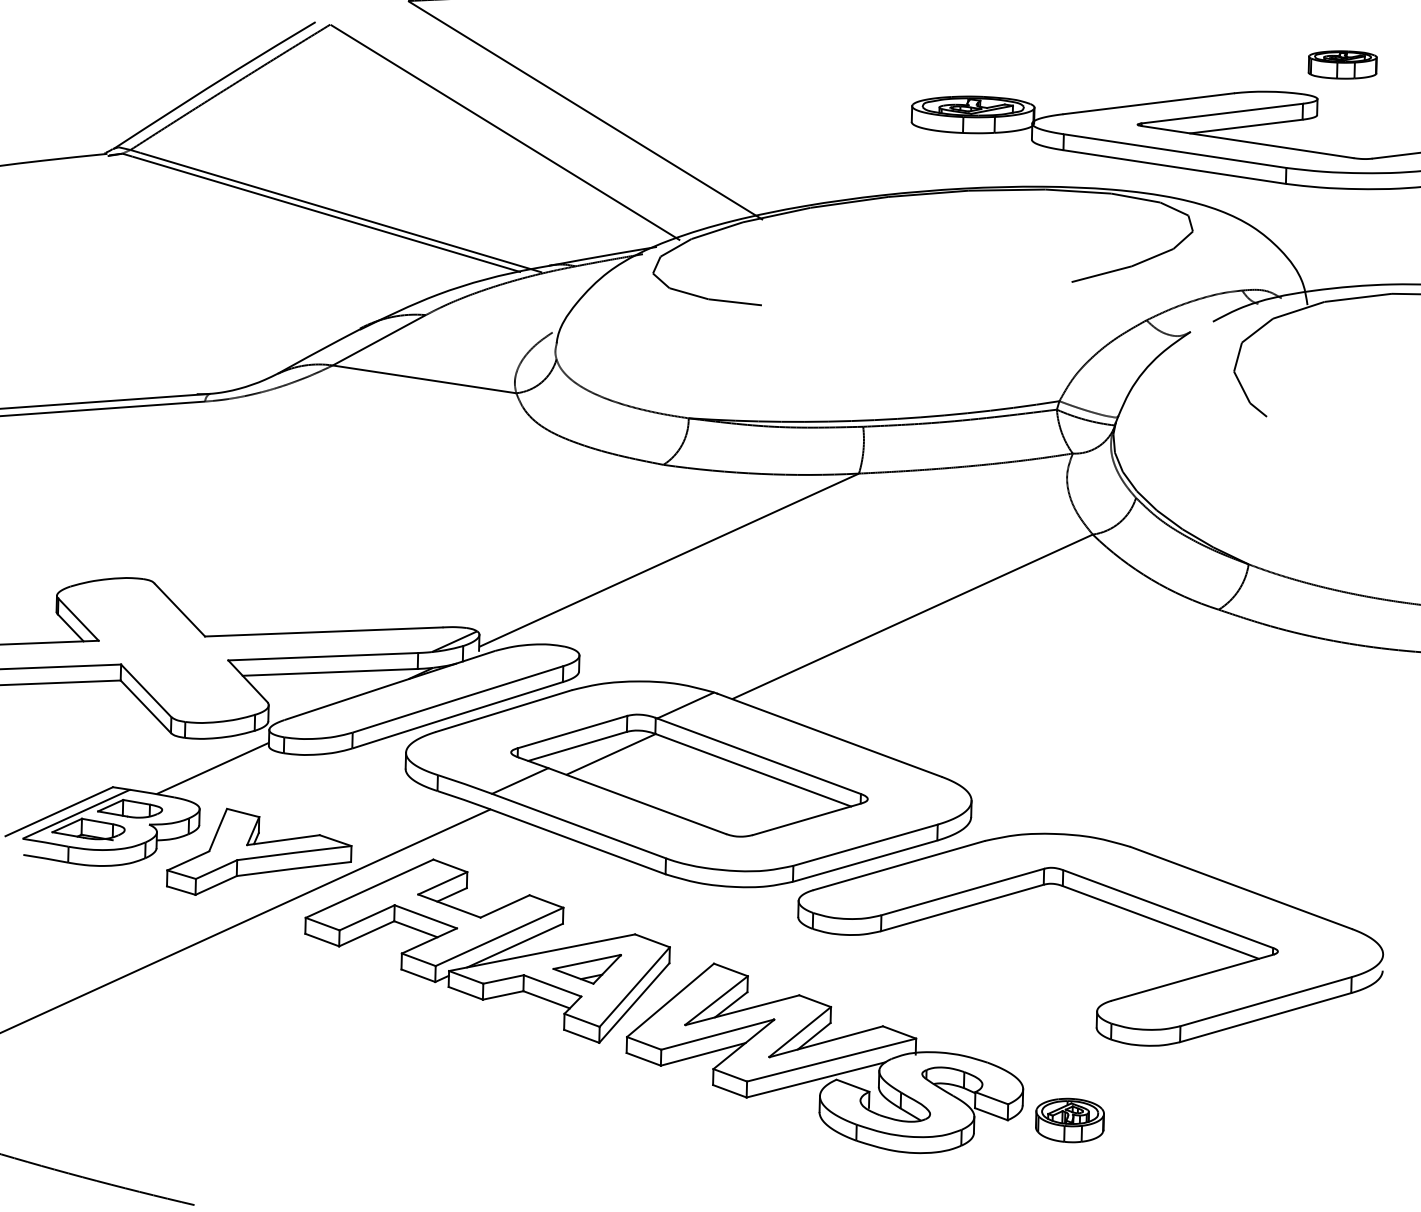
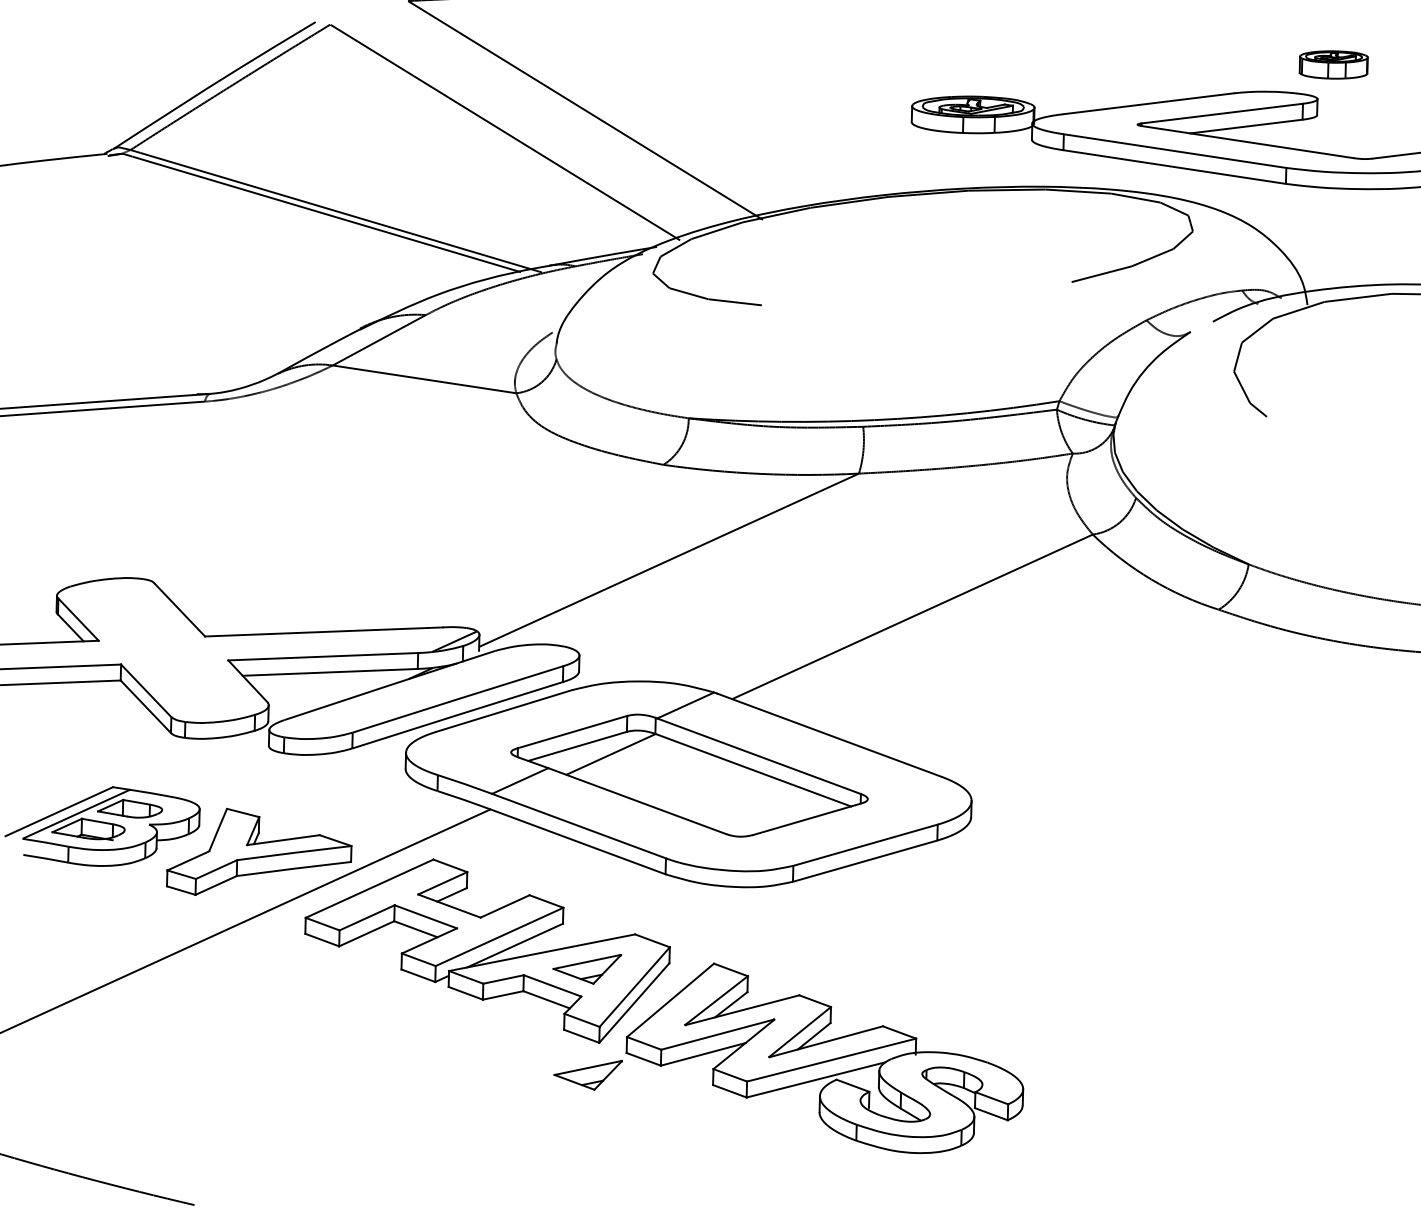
part at (1342, 64) position: (1342, 64) -> (1333, 64)
line at (212, 768): present -> none
part at (1103, 902): present -> none
part at (587, 1075): none -> present
part at (1069, 1120): present -> none
